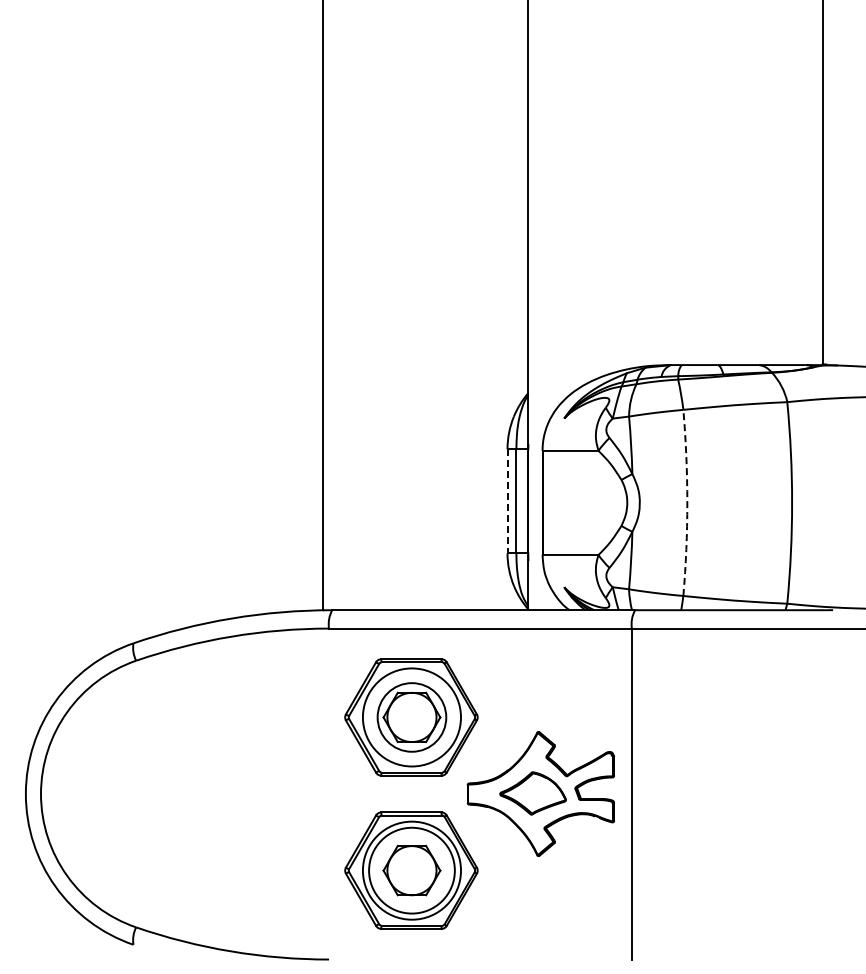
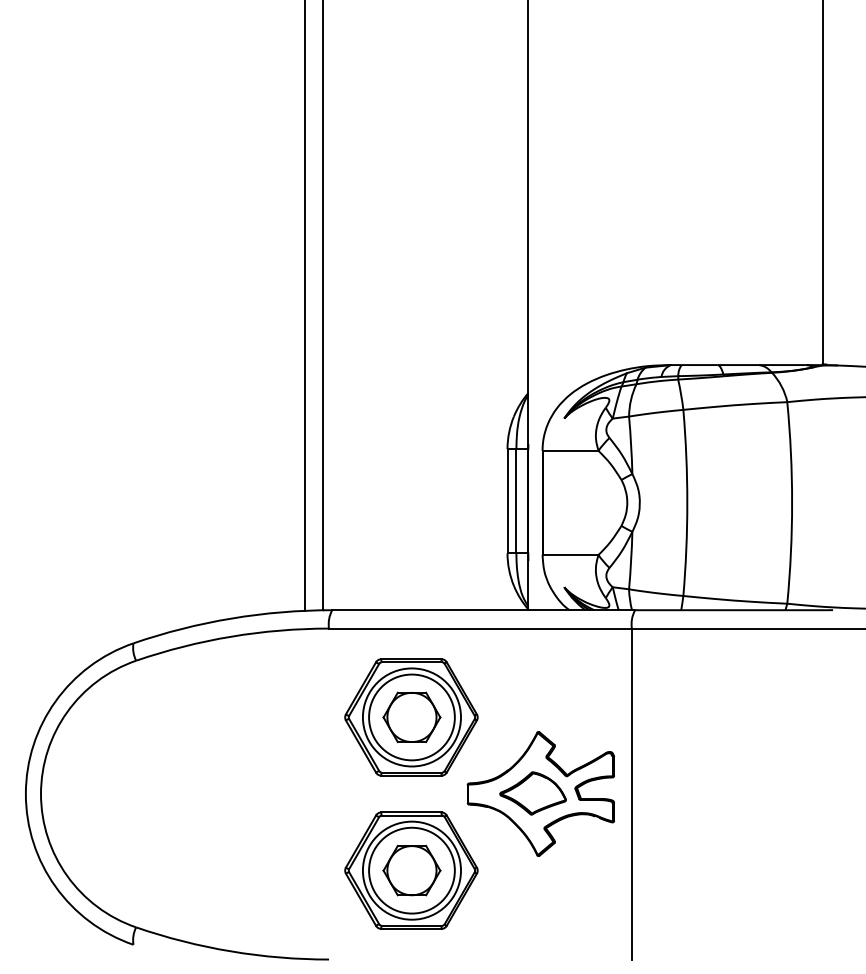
line at (304, 306): none -> present
line at (507, 501): dashed -> solid
arc at (687, 502): dashed -> solid
circle at (411, 717) diameter: 69 px -> 86 px
